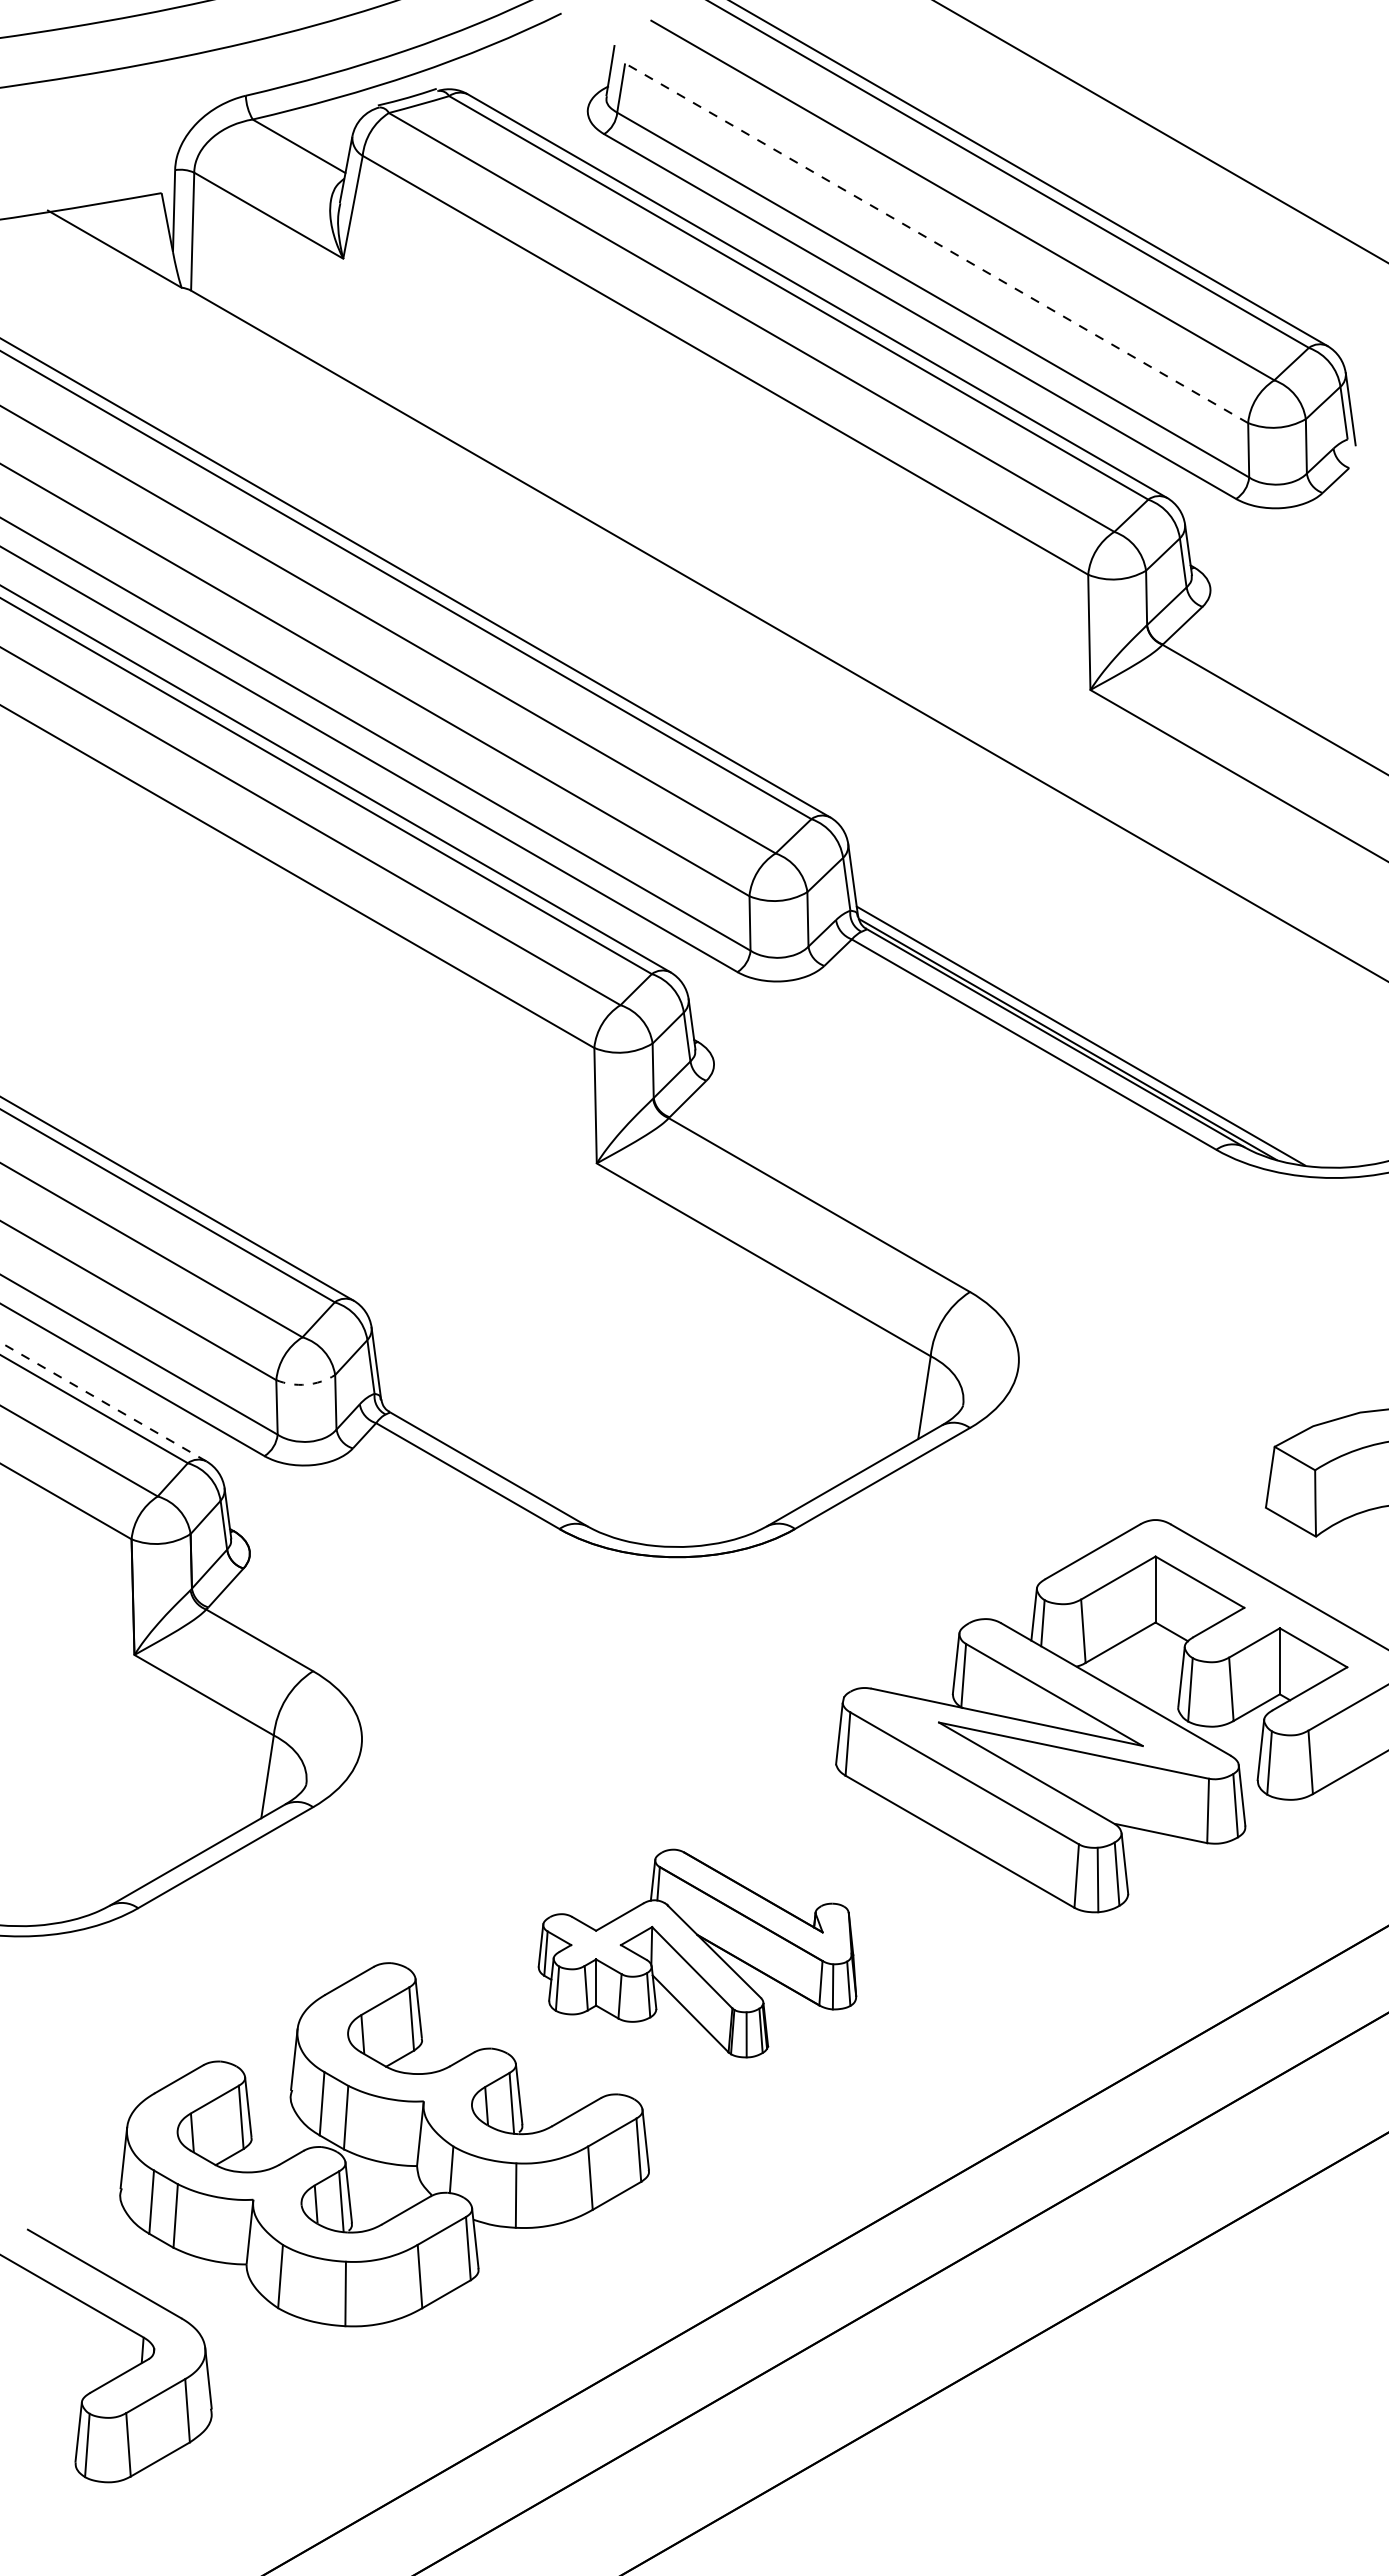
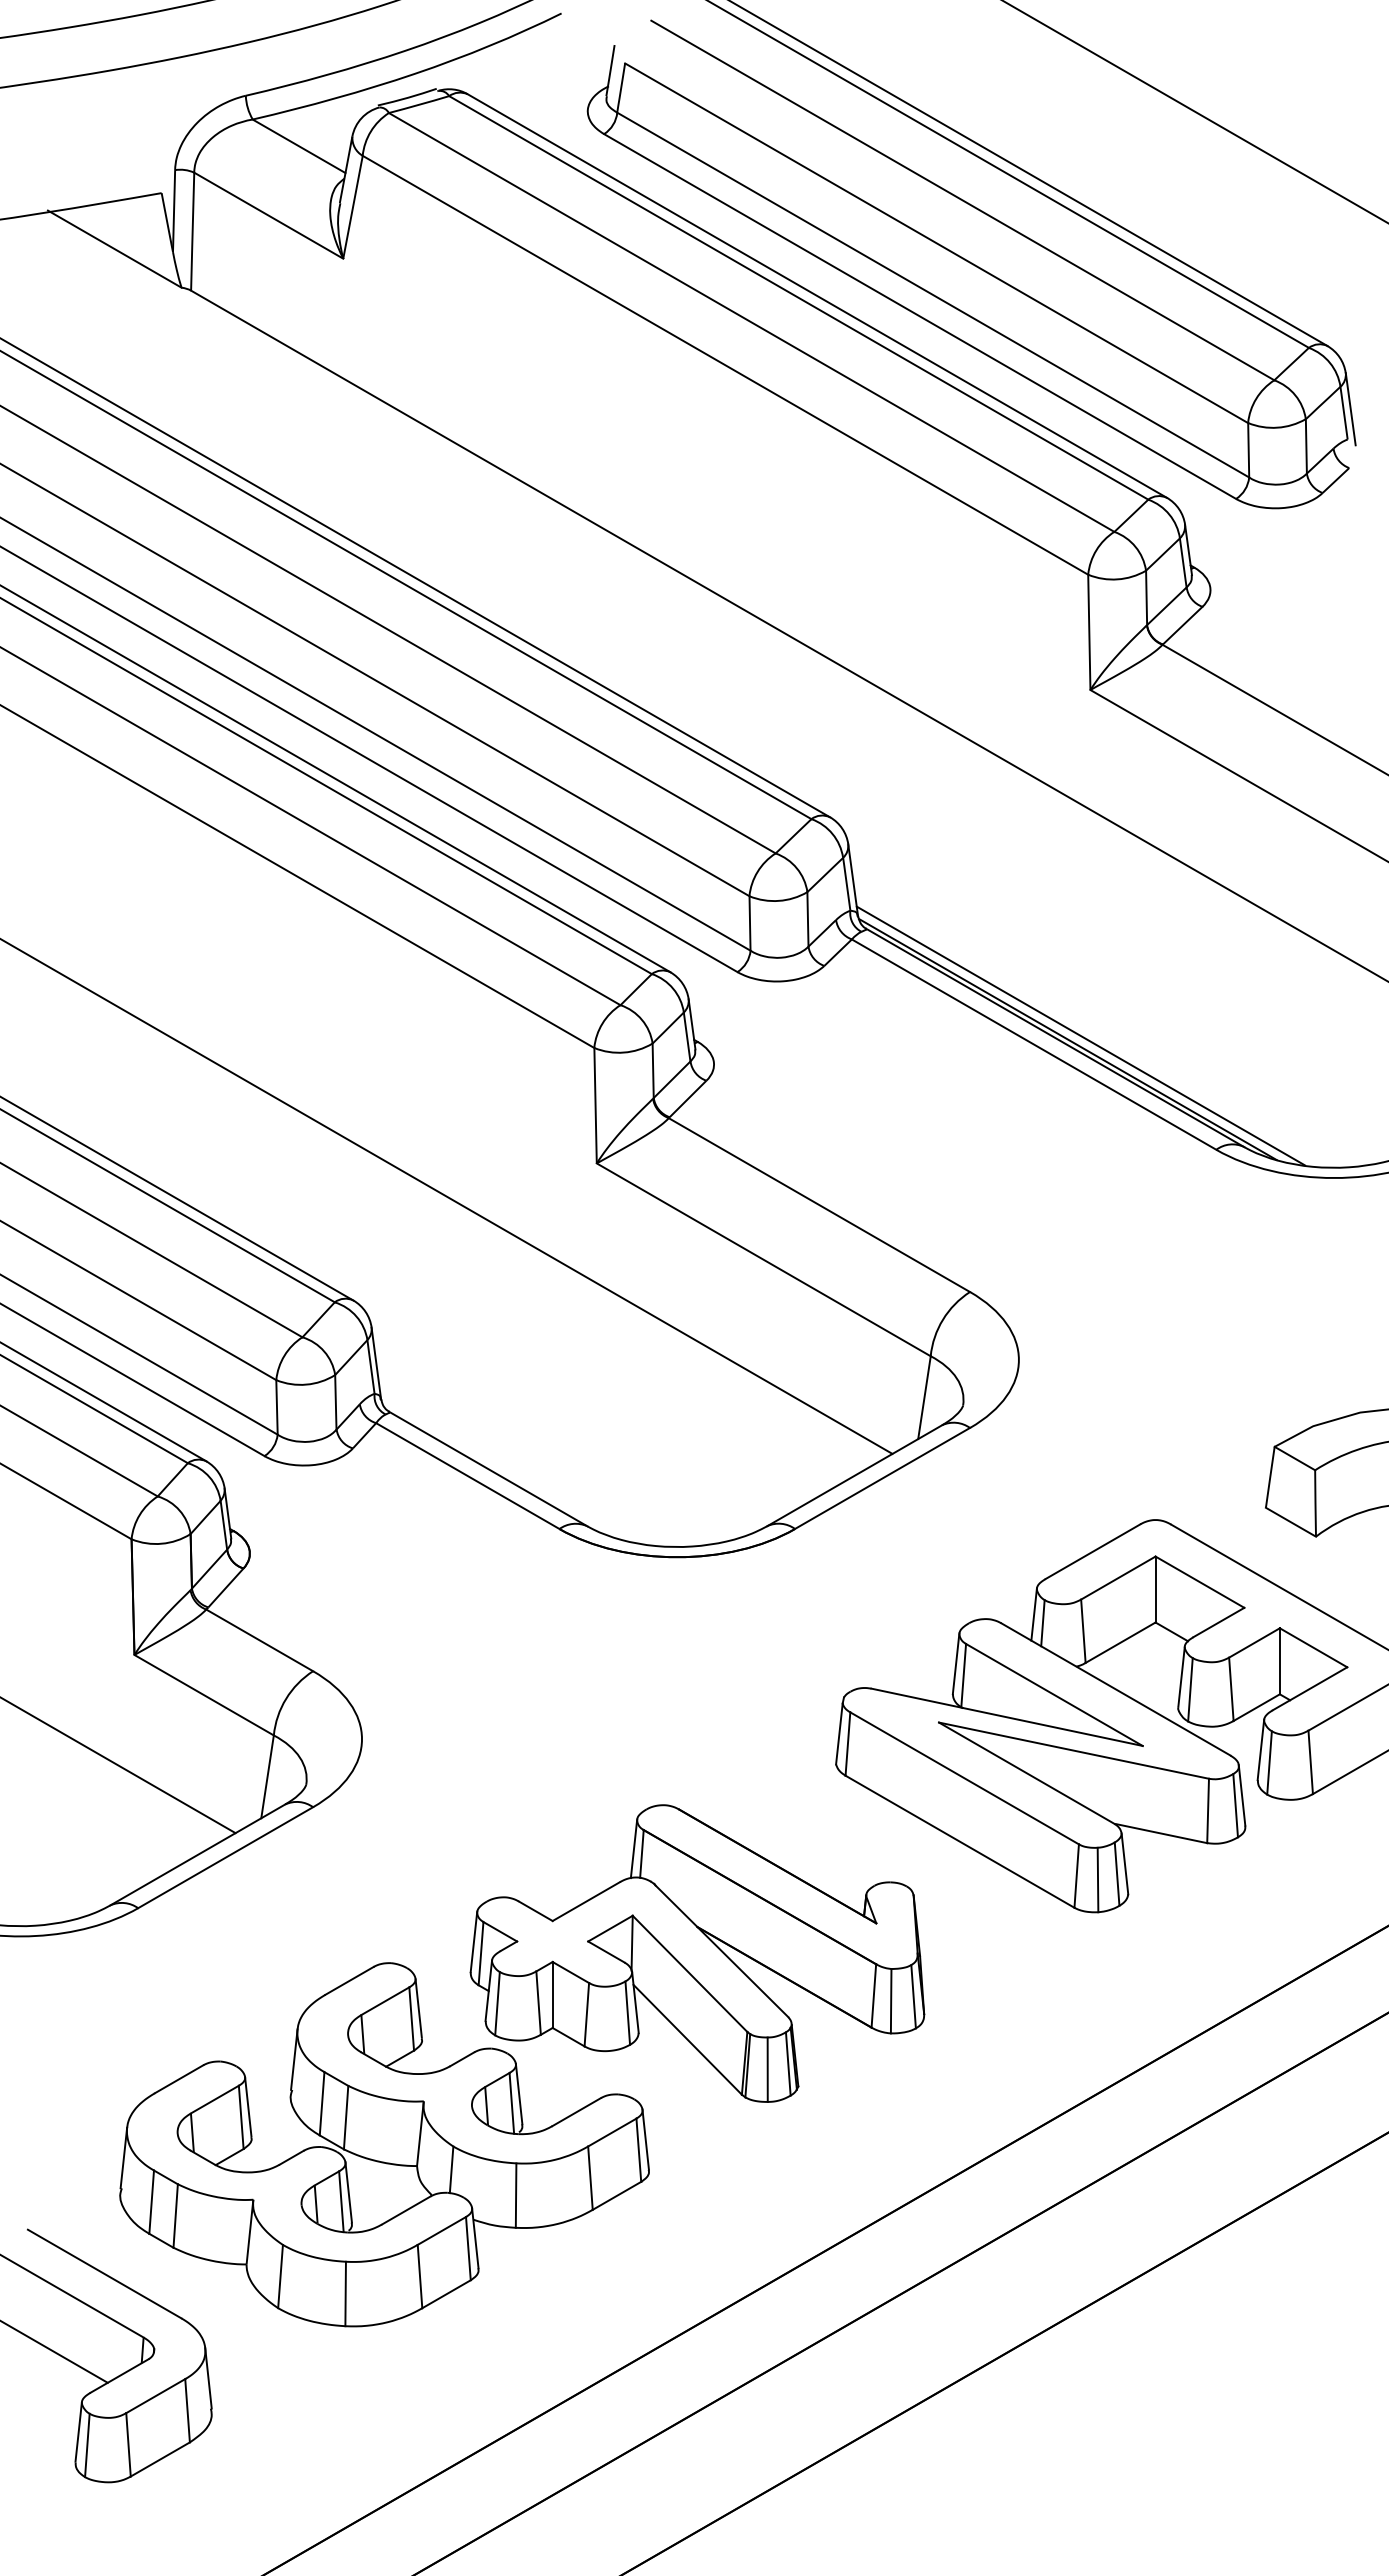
line at (1160, 131) position: (1160, 131) -> (1195, 111)
line at (936, 243): dashed -> solid
line at (447, 1196): none -> present
arc at (306, 1384): dashed -> solid
line at (103, 1401): dashed -> solid
line at (118, 1765): none -> present
part at (697, 1953) size: 321x211 px -> 457x299 px
line at (54, 2351): none -> present
